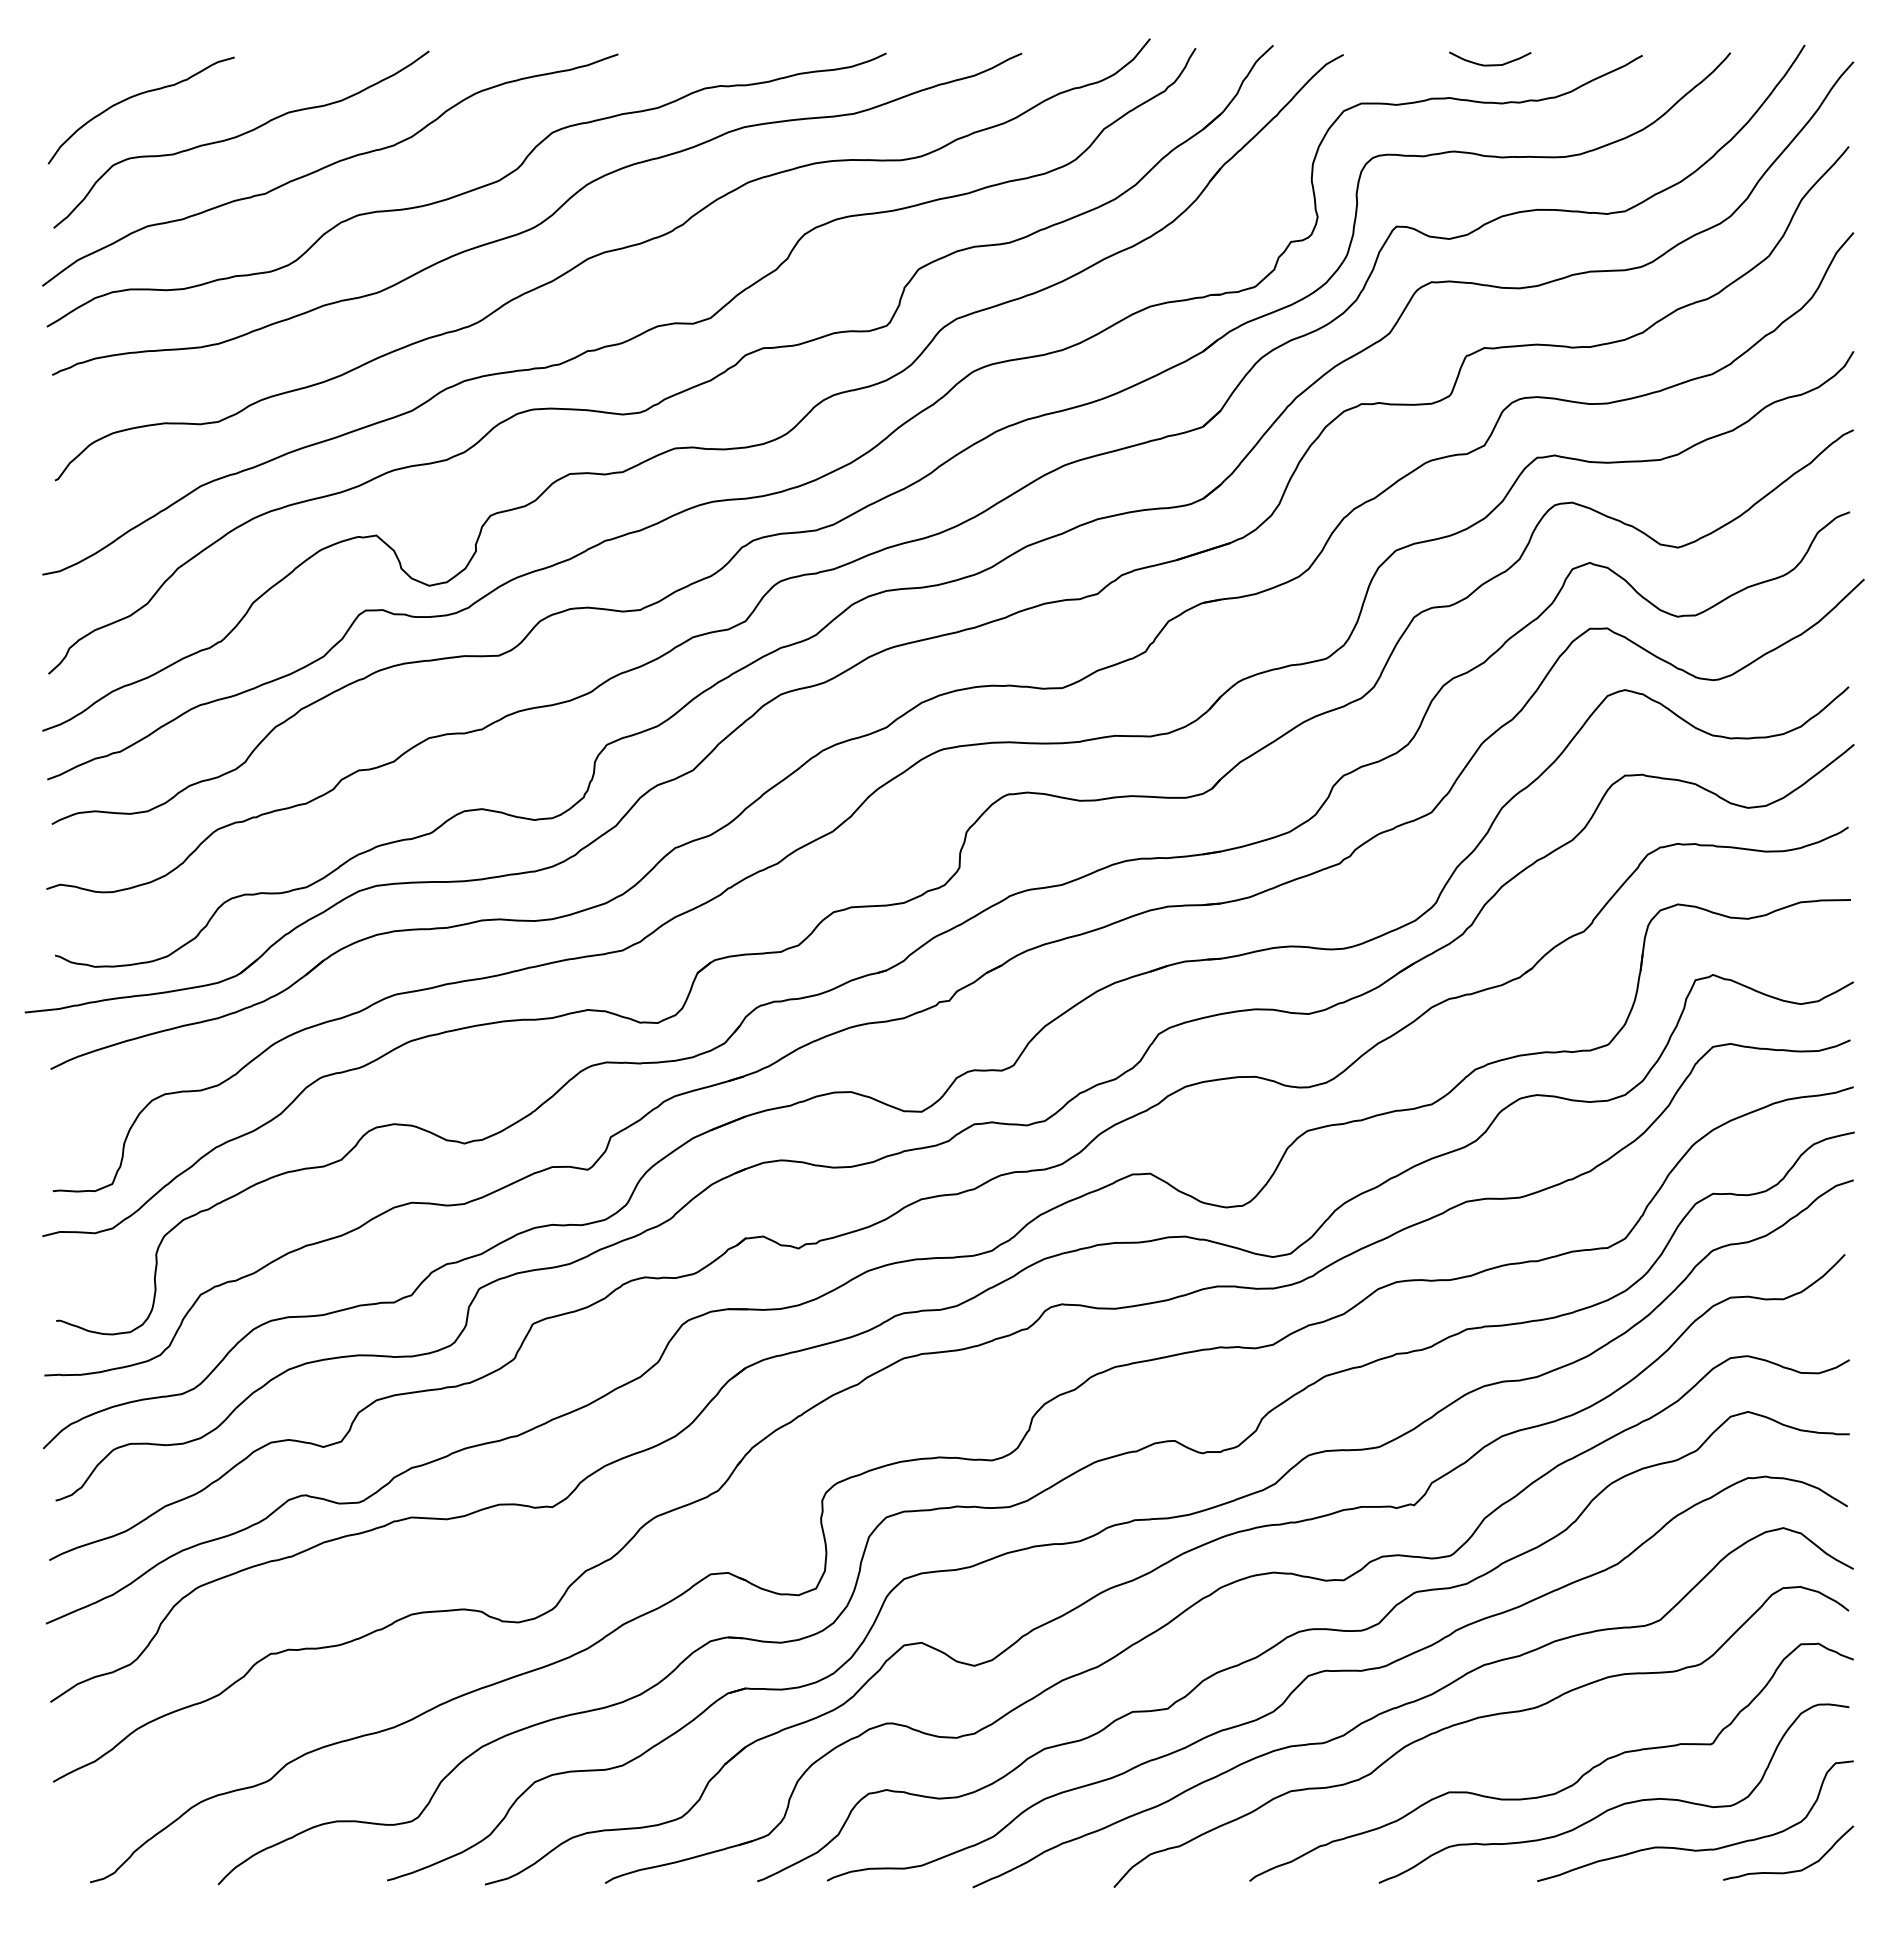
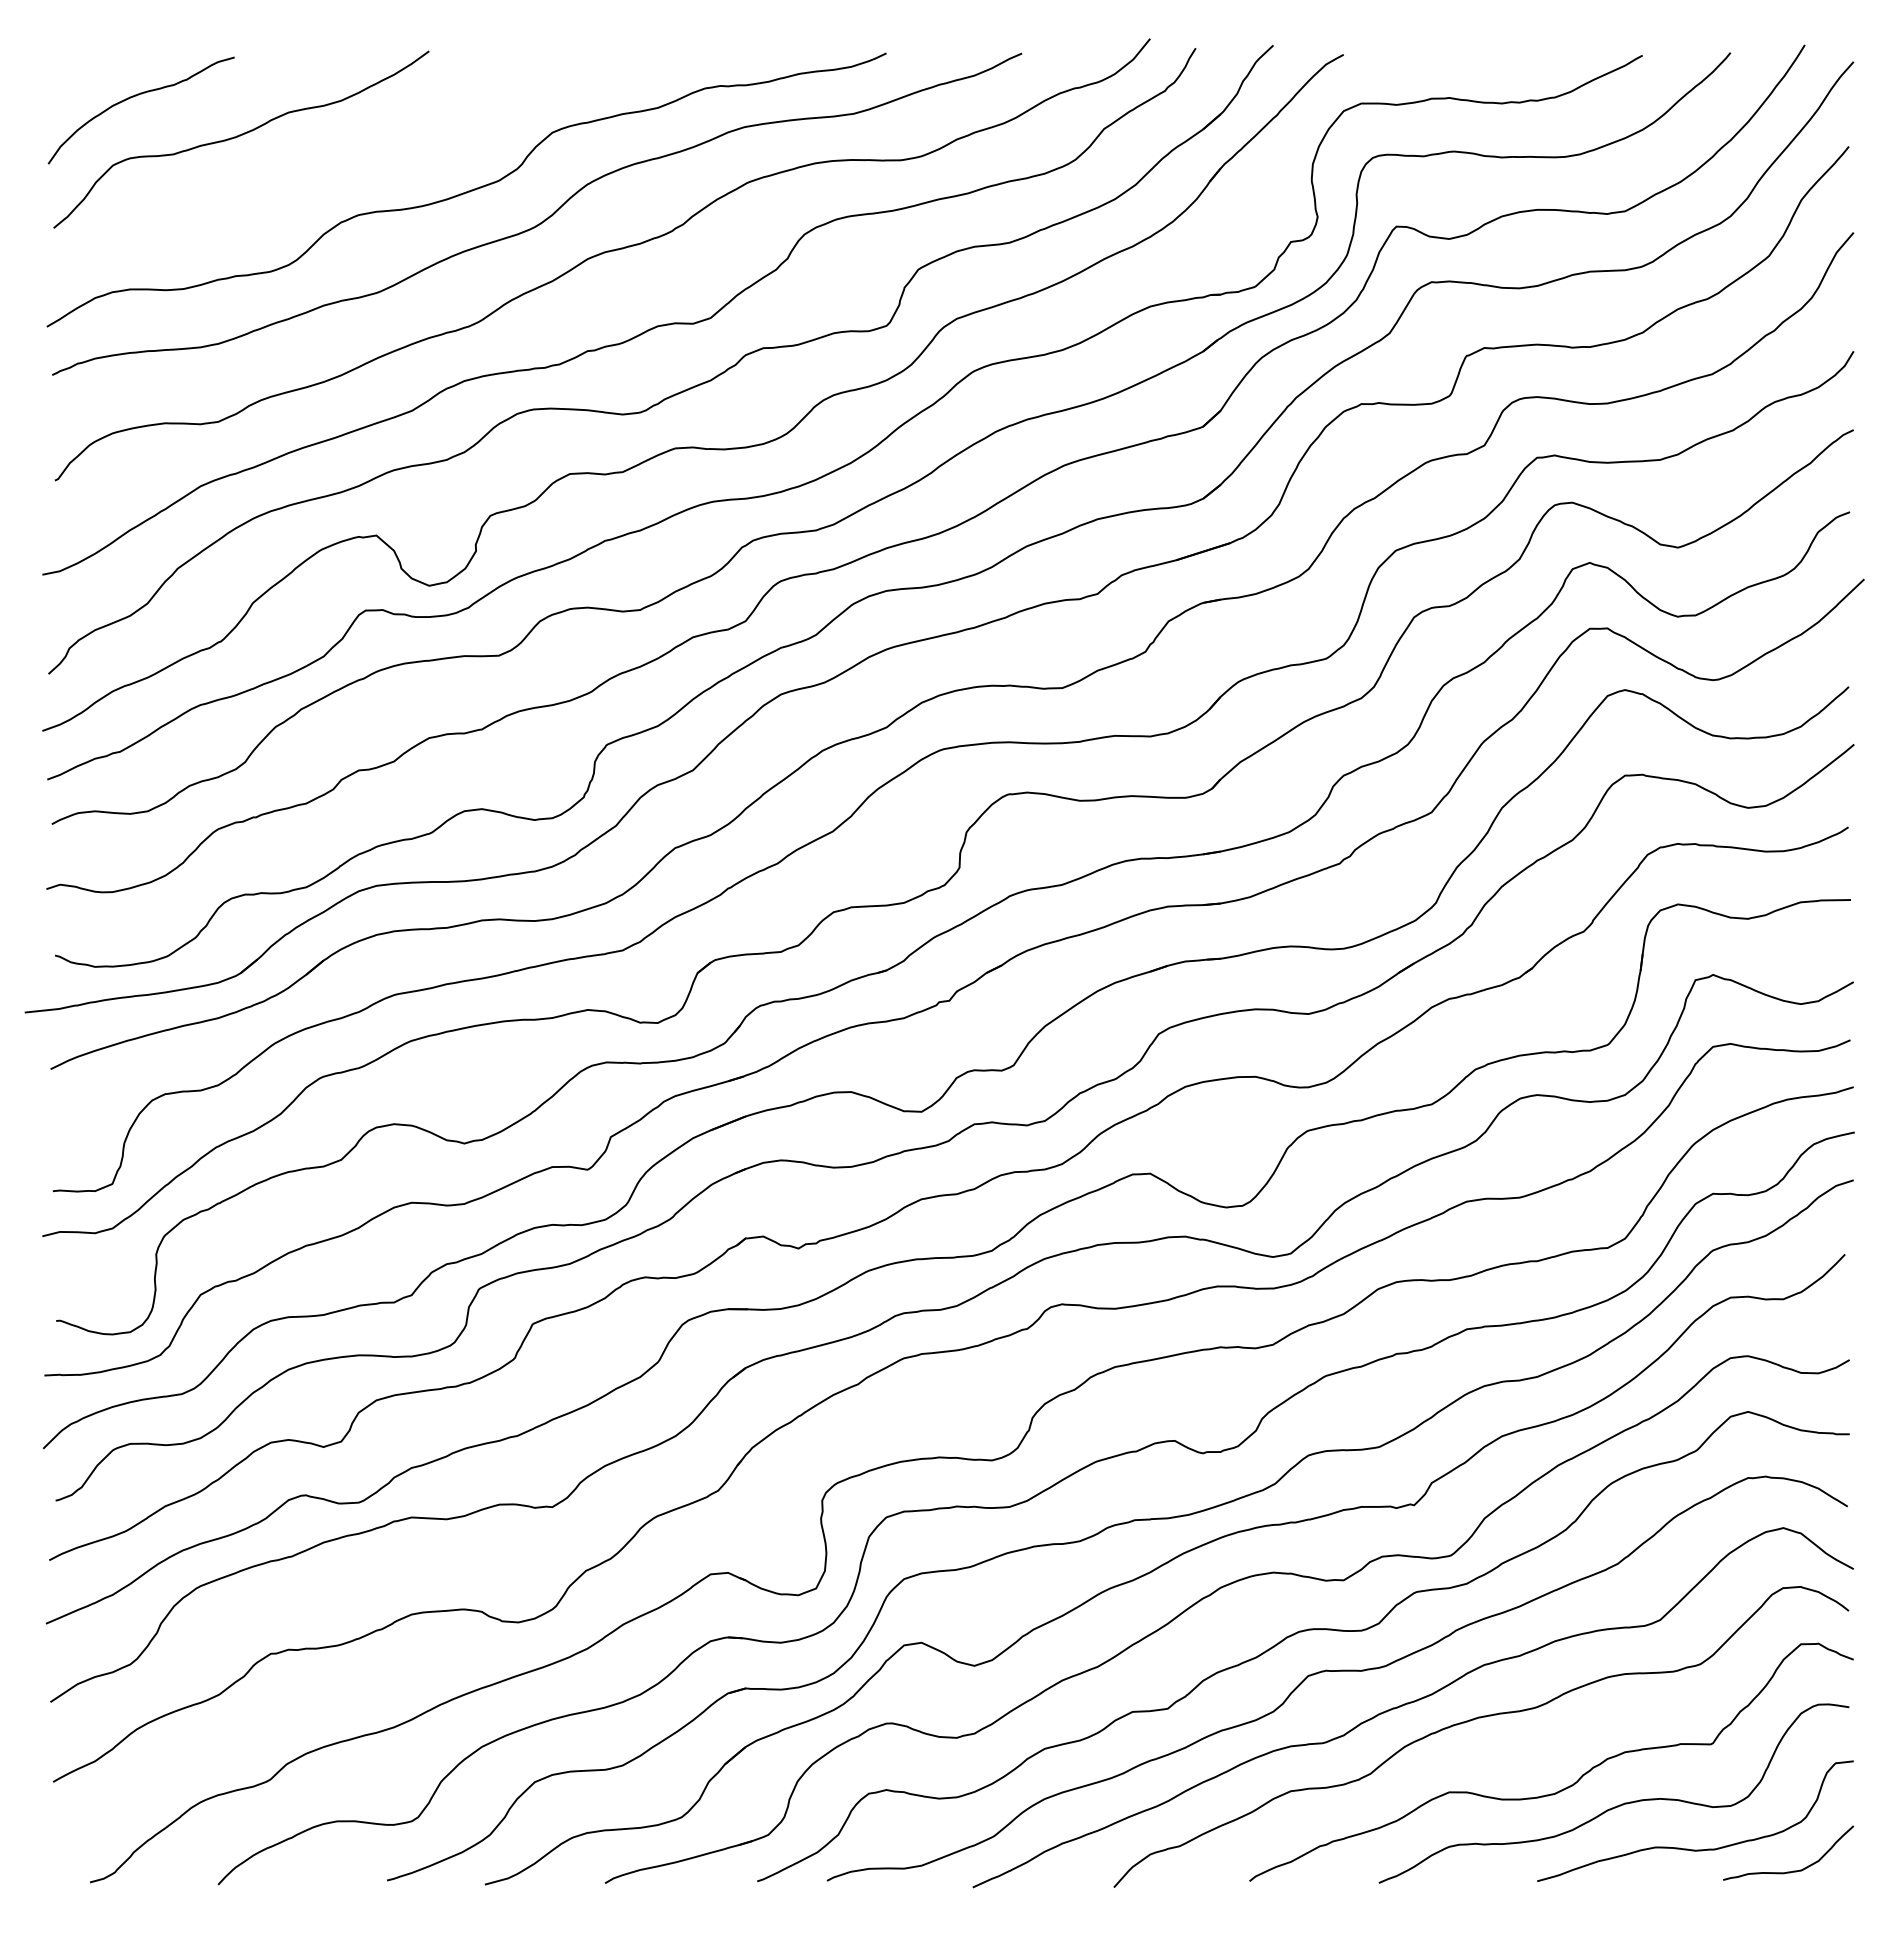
curve at (1490, 64): present -> none
curve at (329, 166): present -> none
